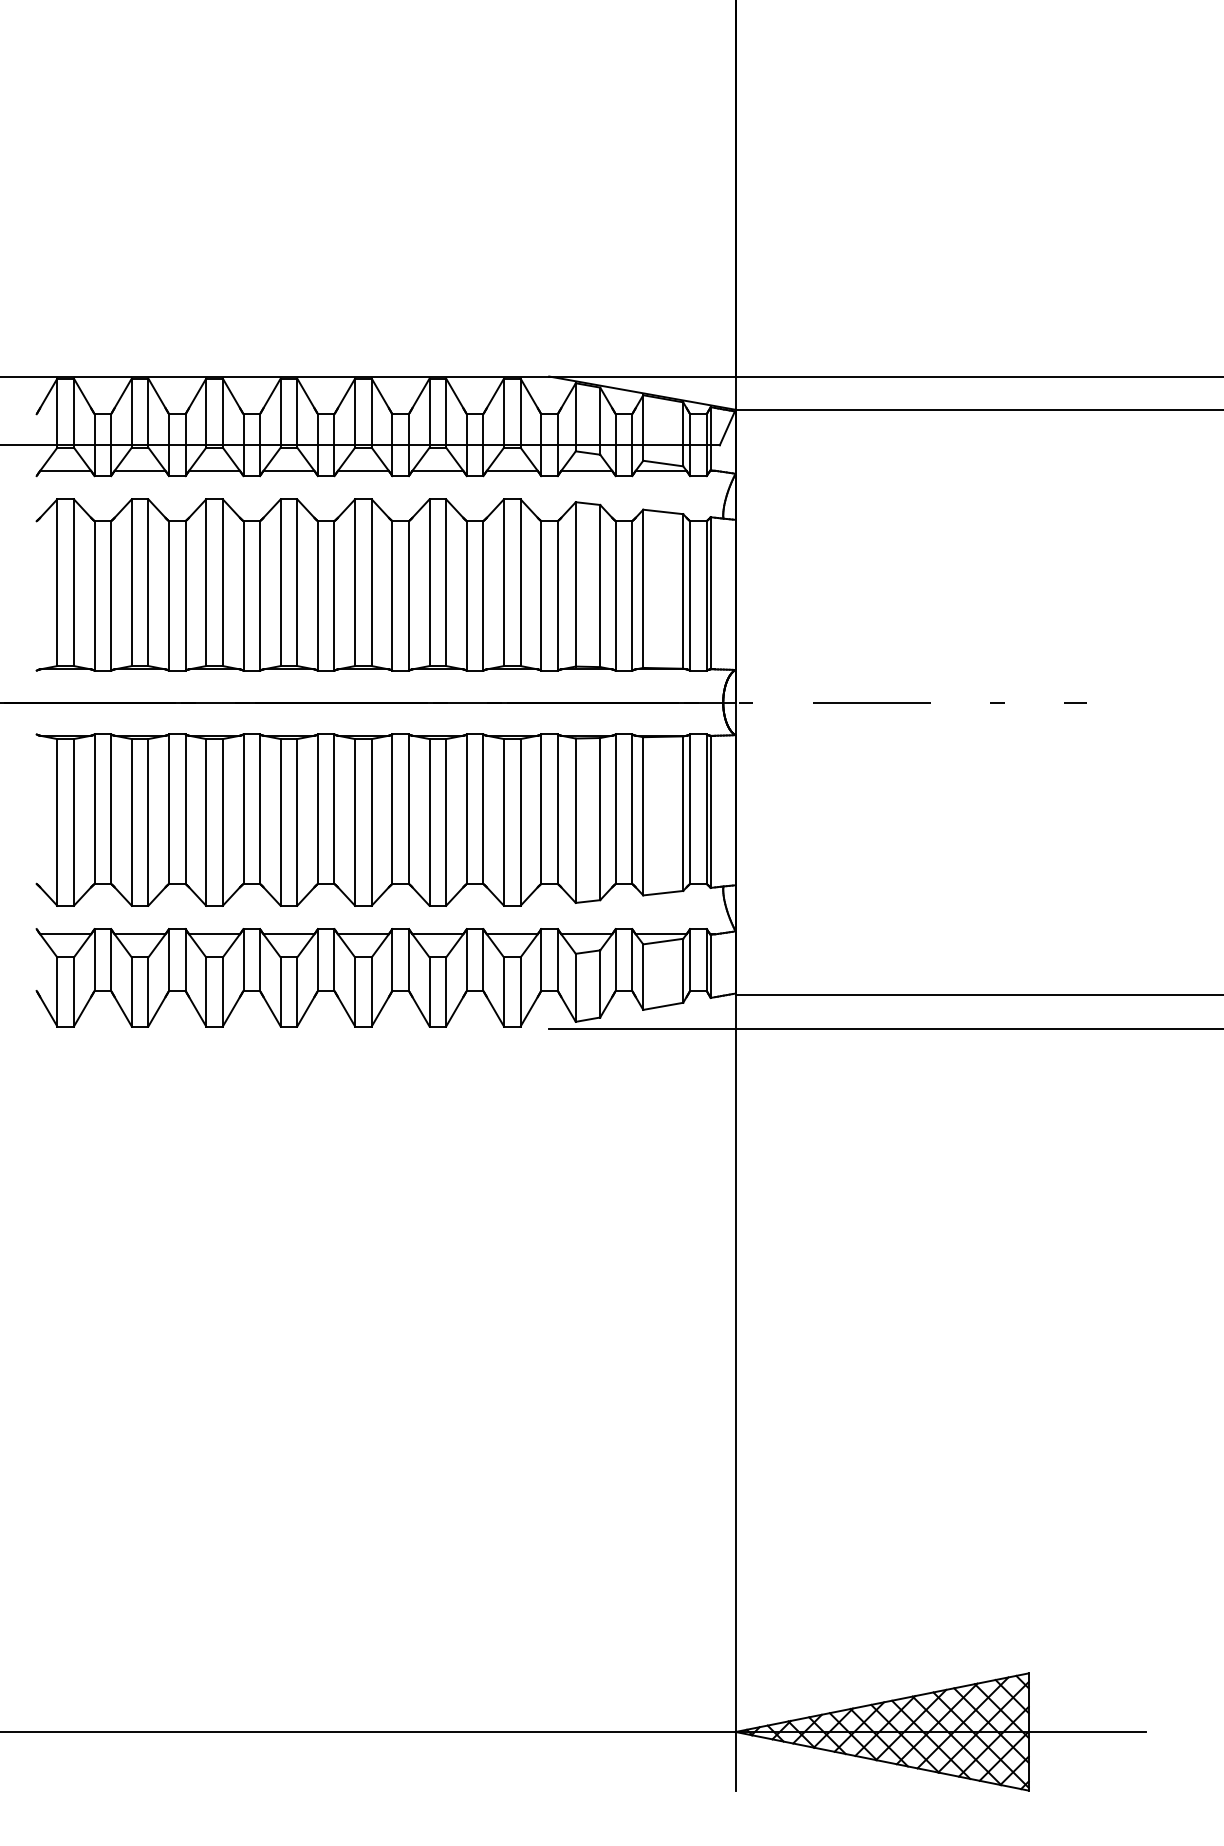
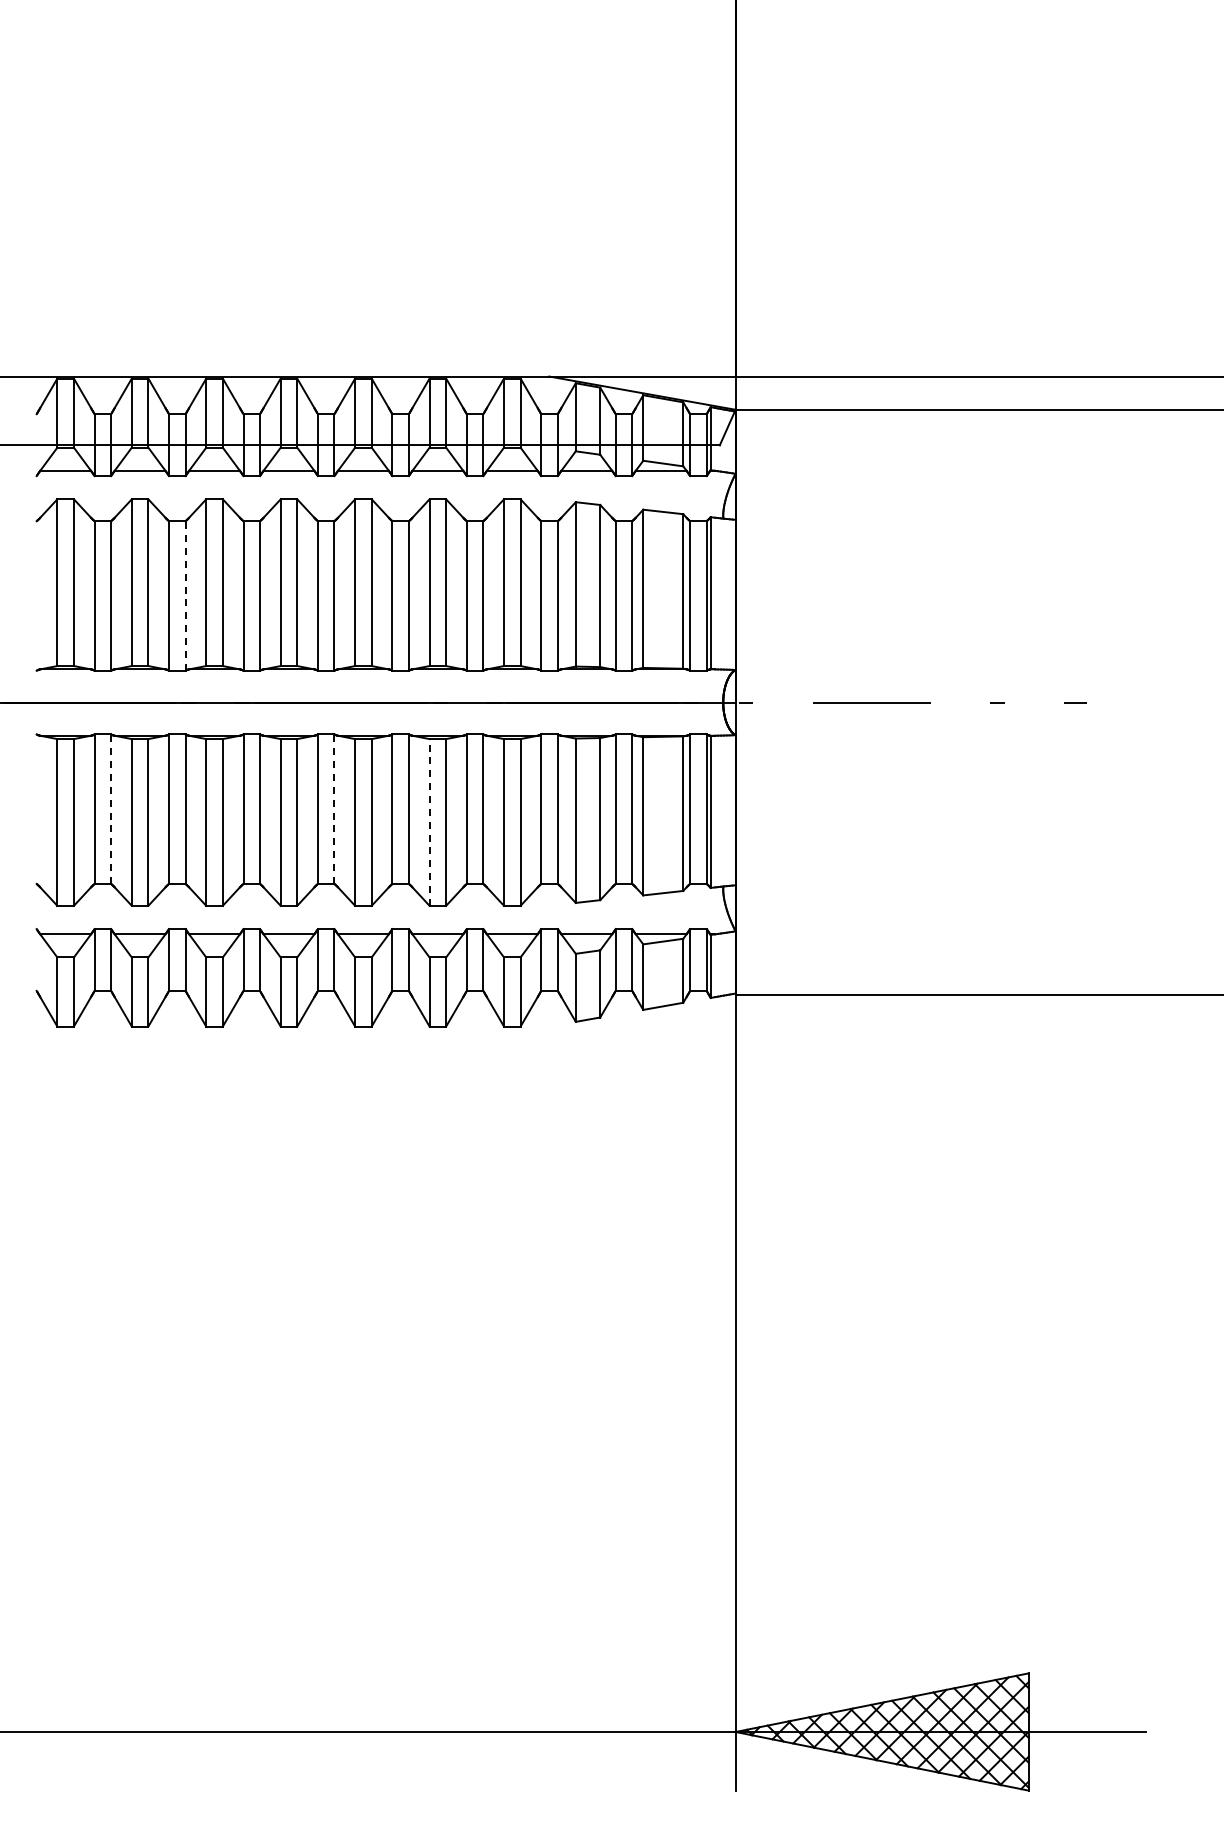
line at (185, 595): solid -> dashed
line at (111, 809): solid -> dashed
line at (334, 809): solid -> dashed
line at (429, 821): solid -> dashed
line at (884, 1028): present -> none
